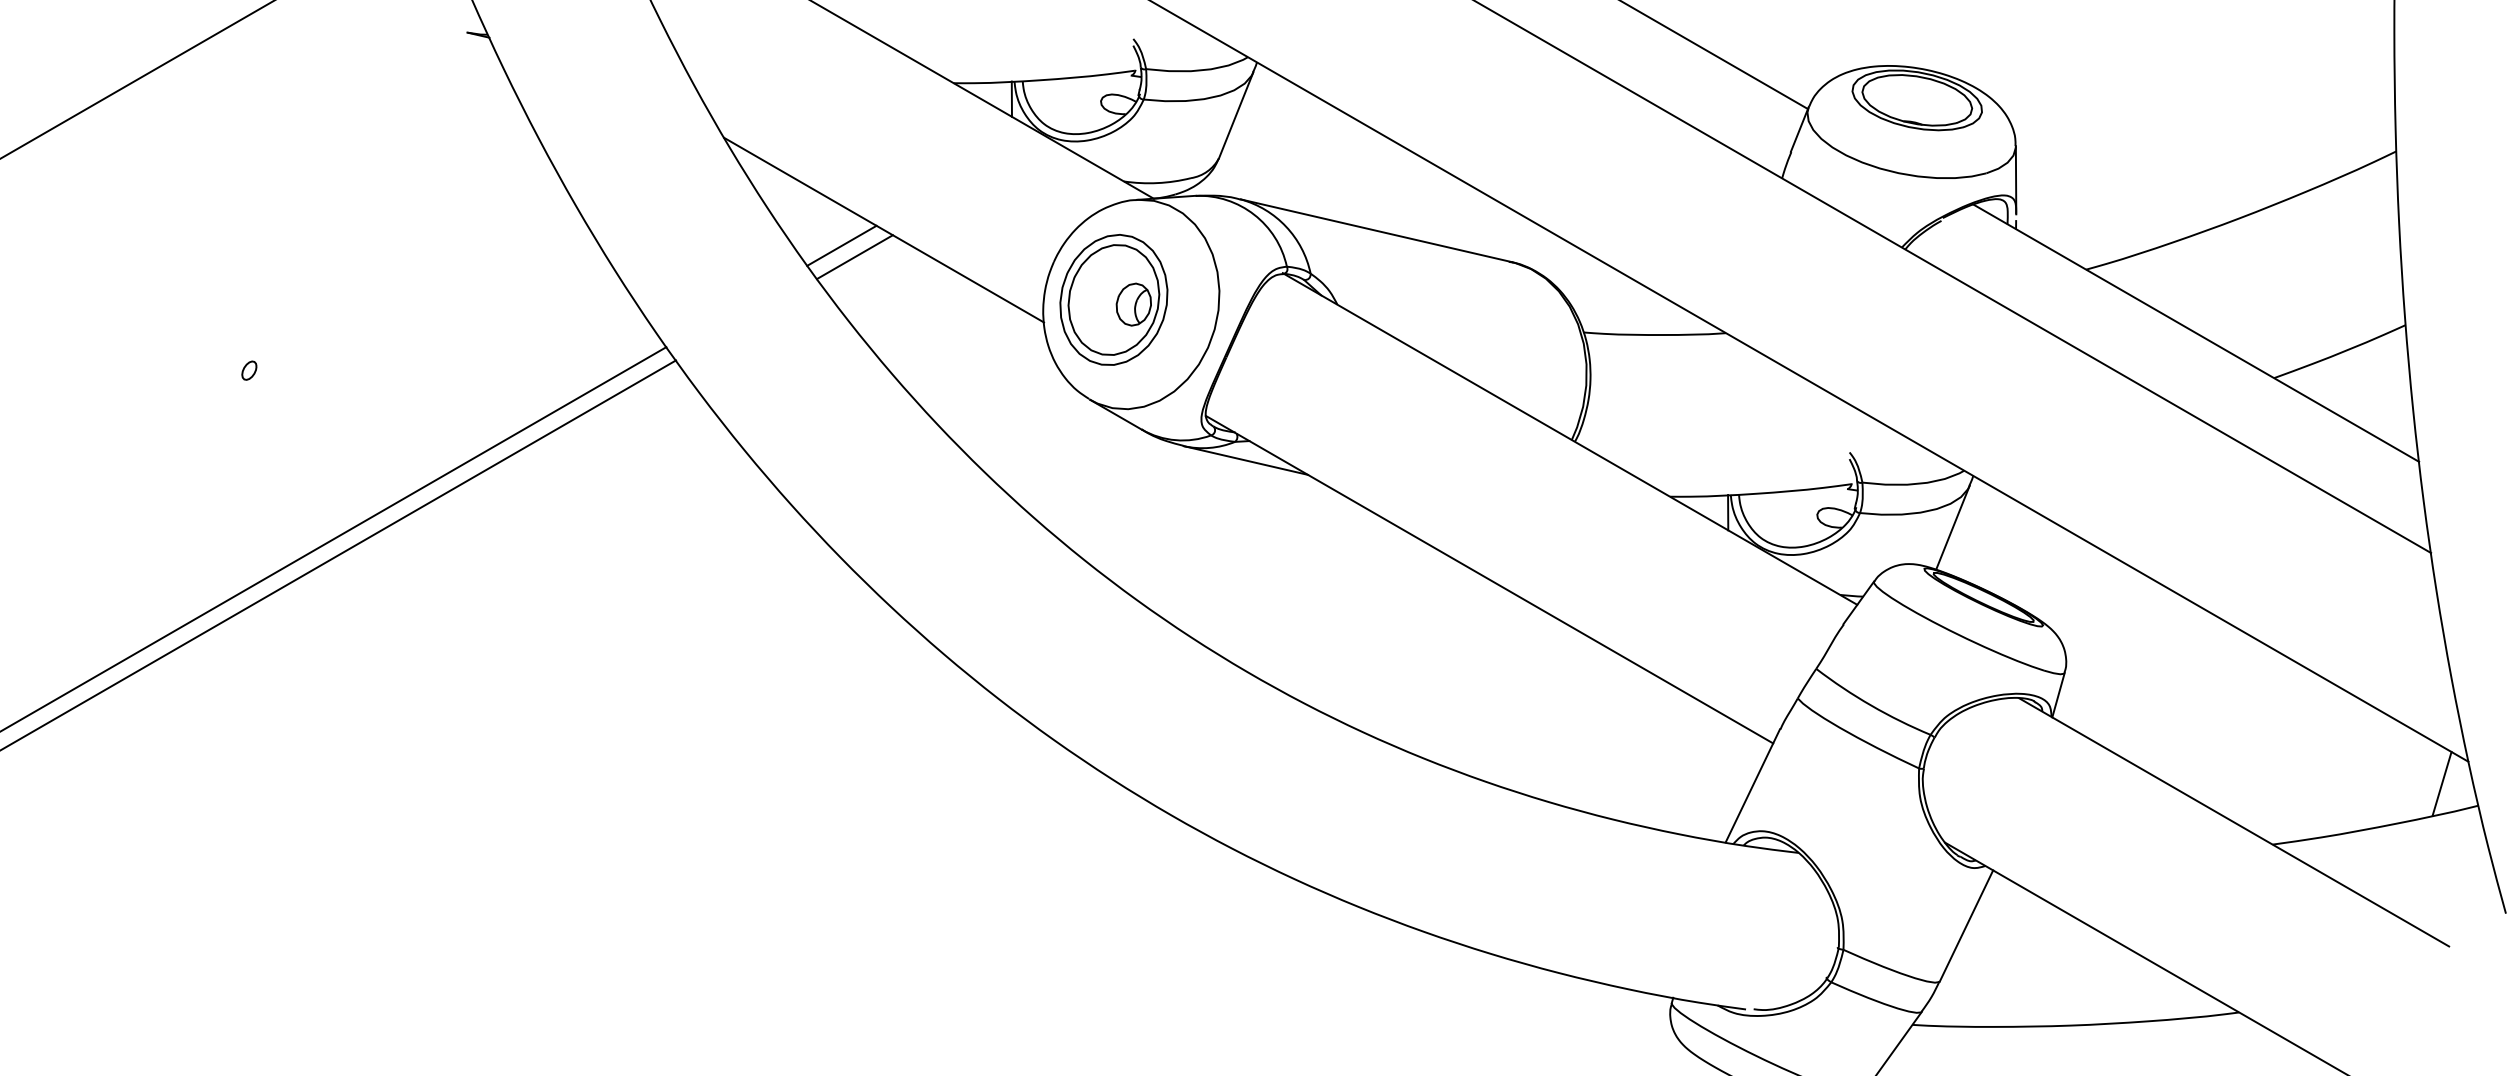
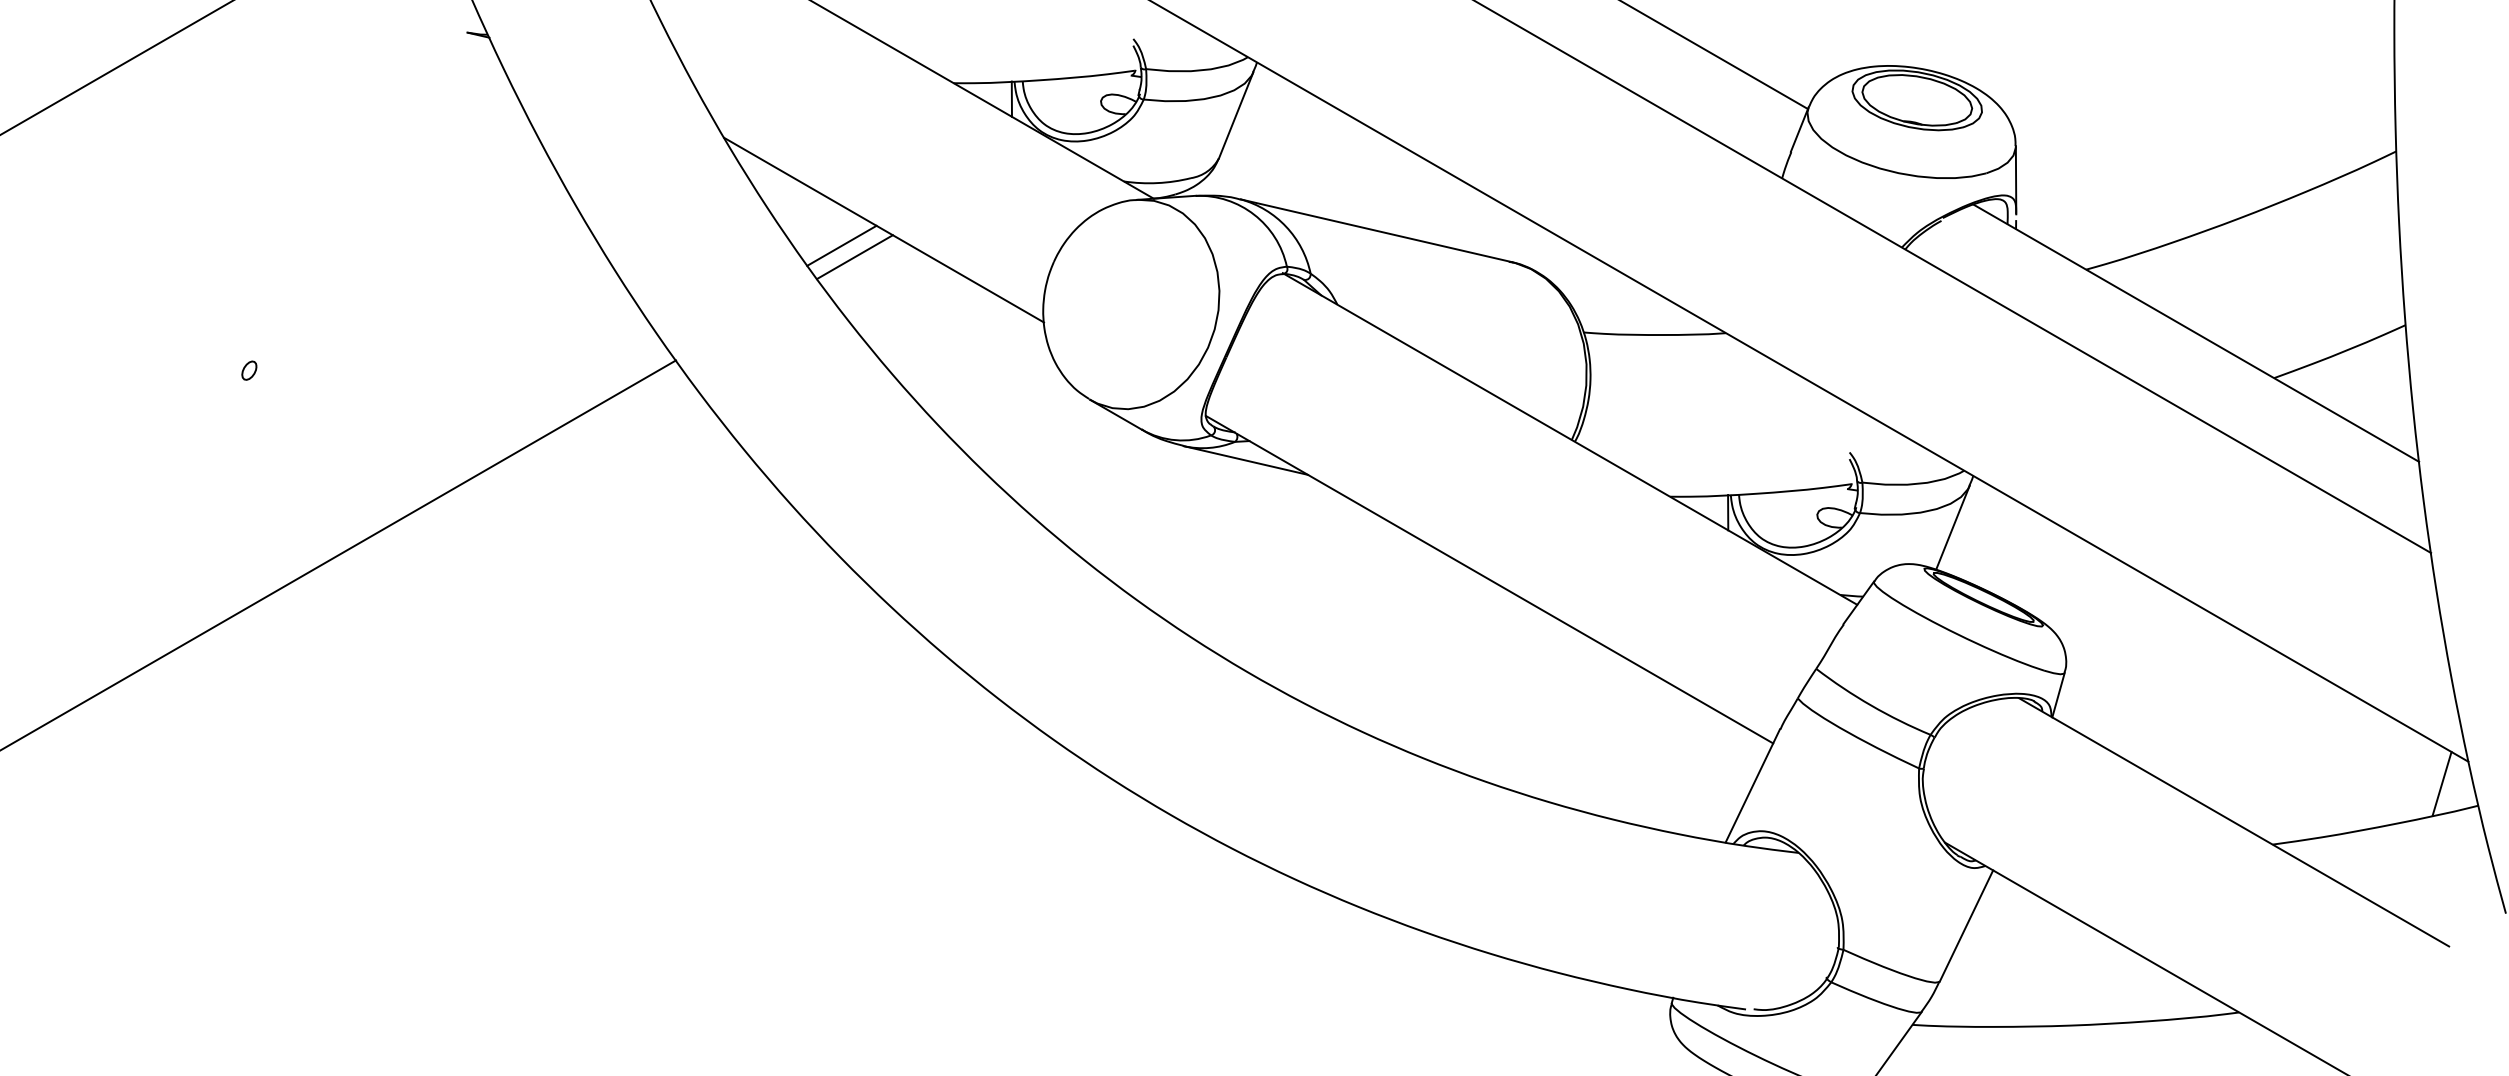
line at (136, 79) position: (136, 79) -> (115, 67)
part at (1113, 299): present -> none
line at (334, 538): present -> none
